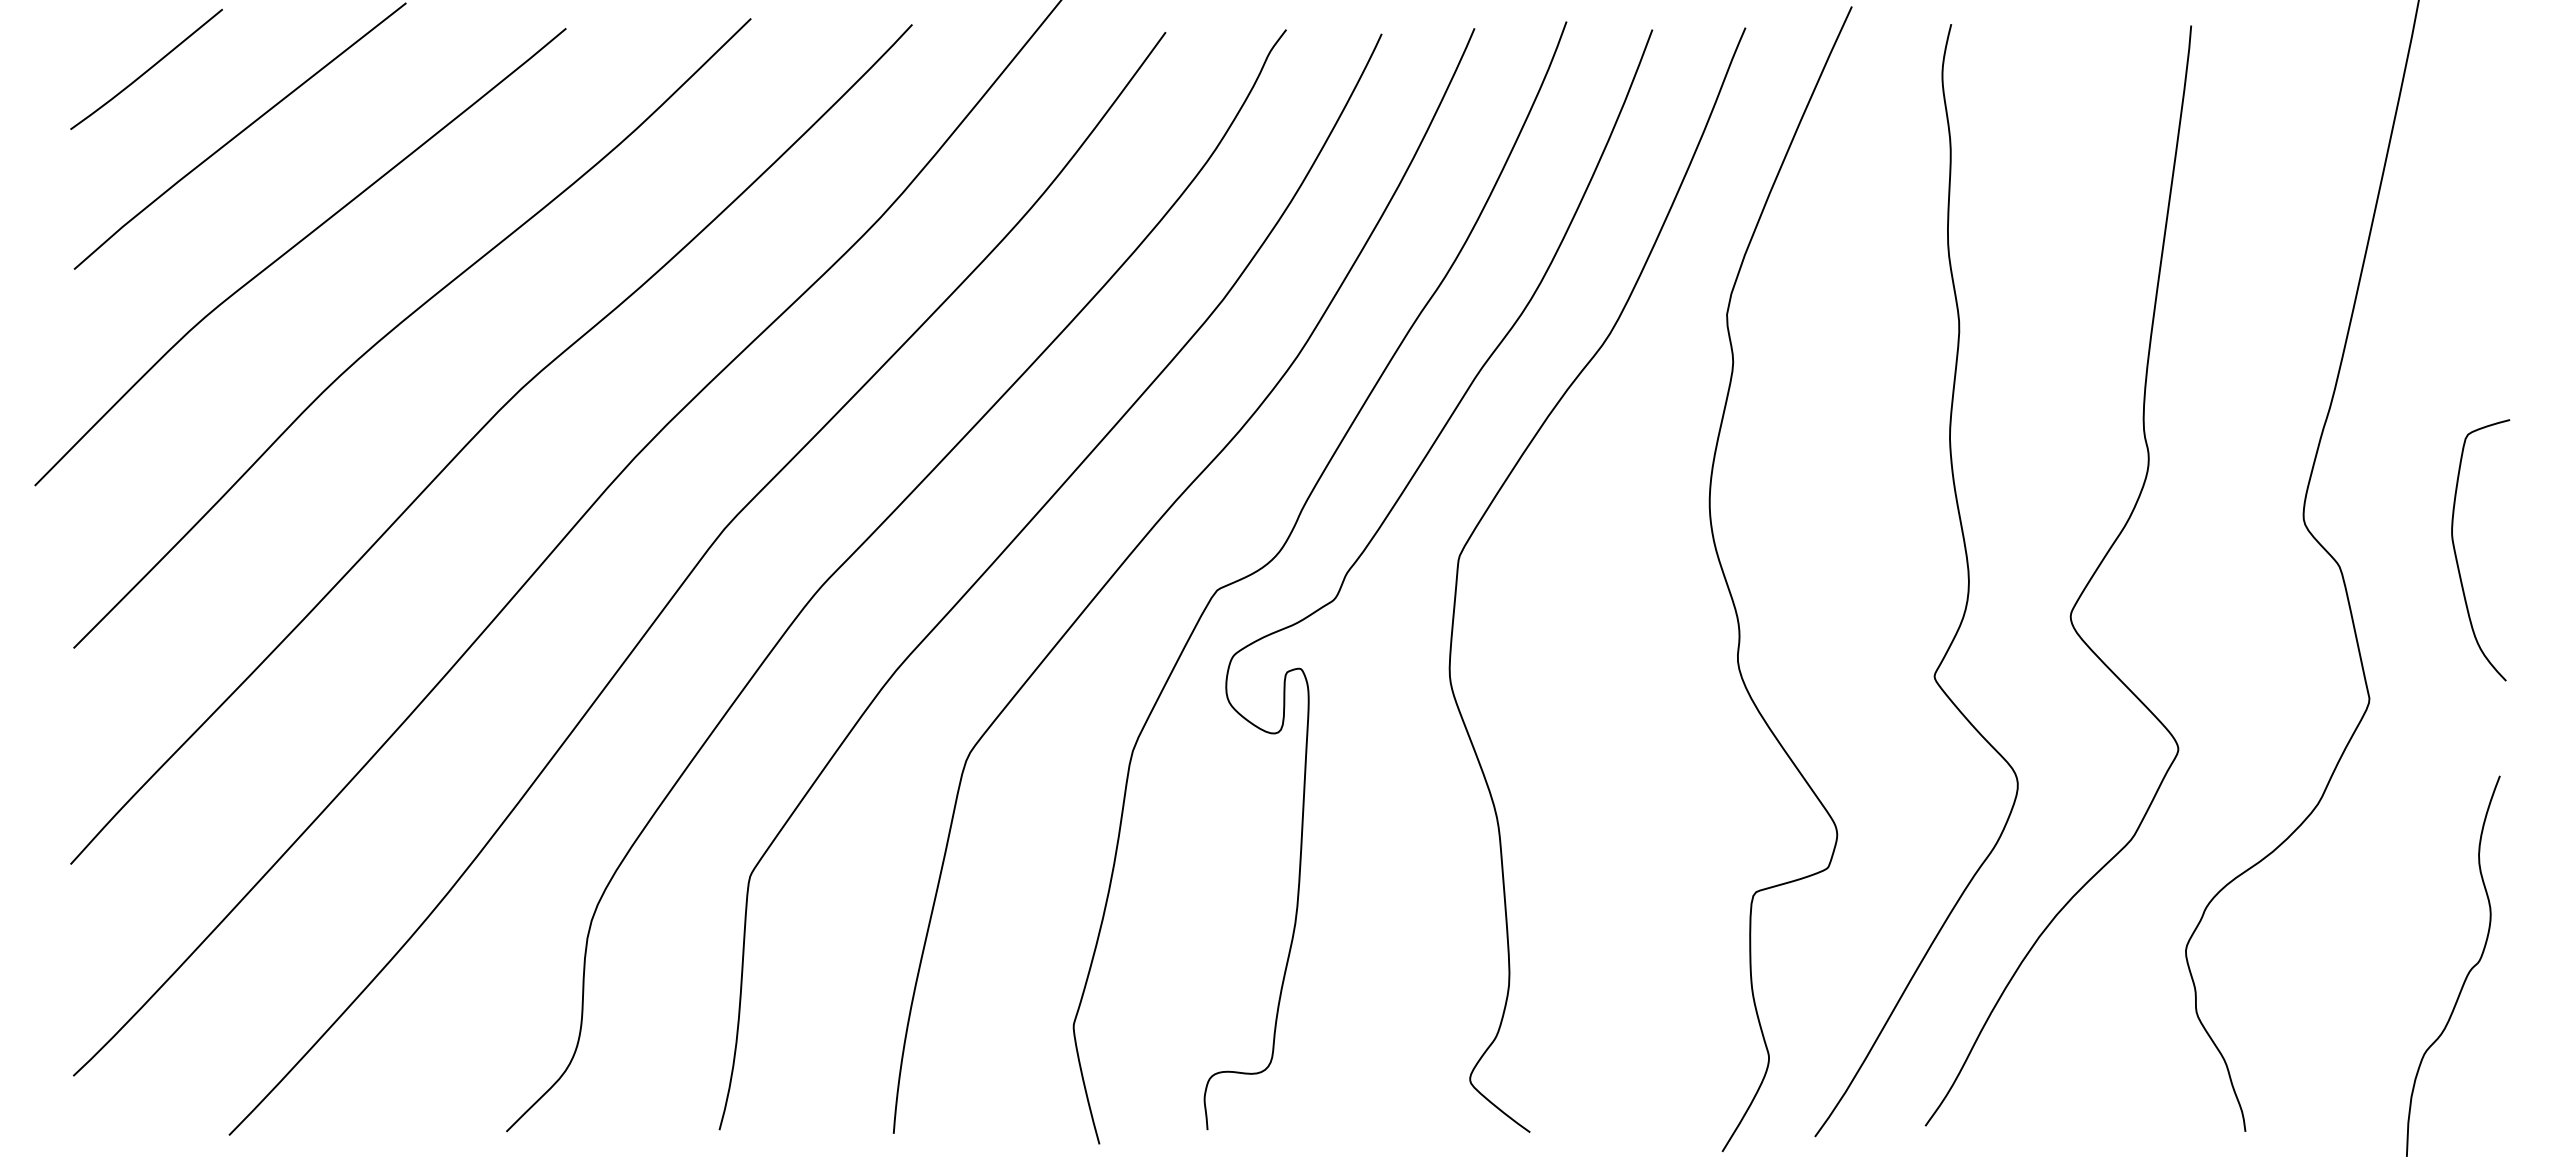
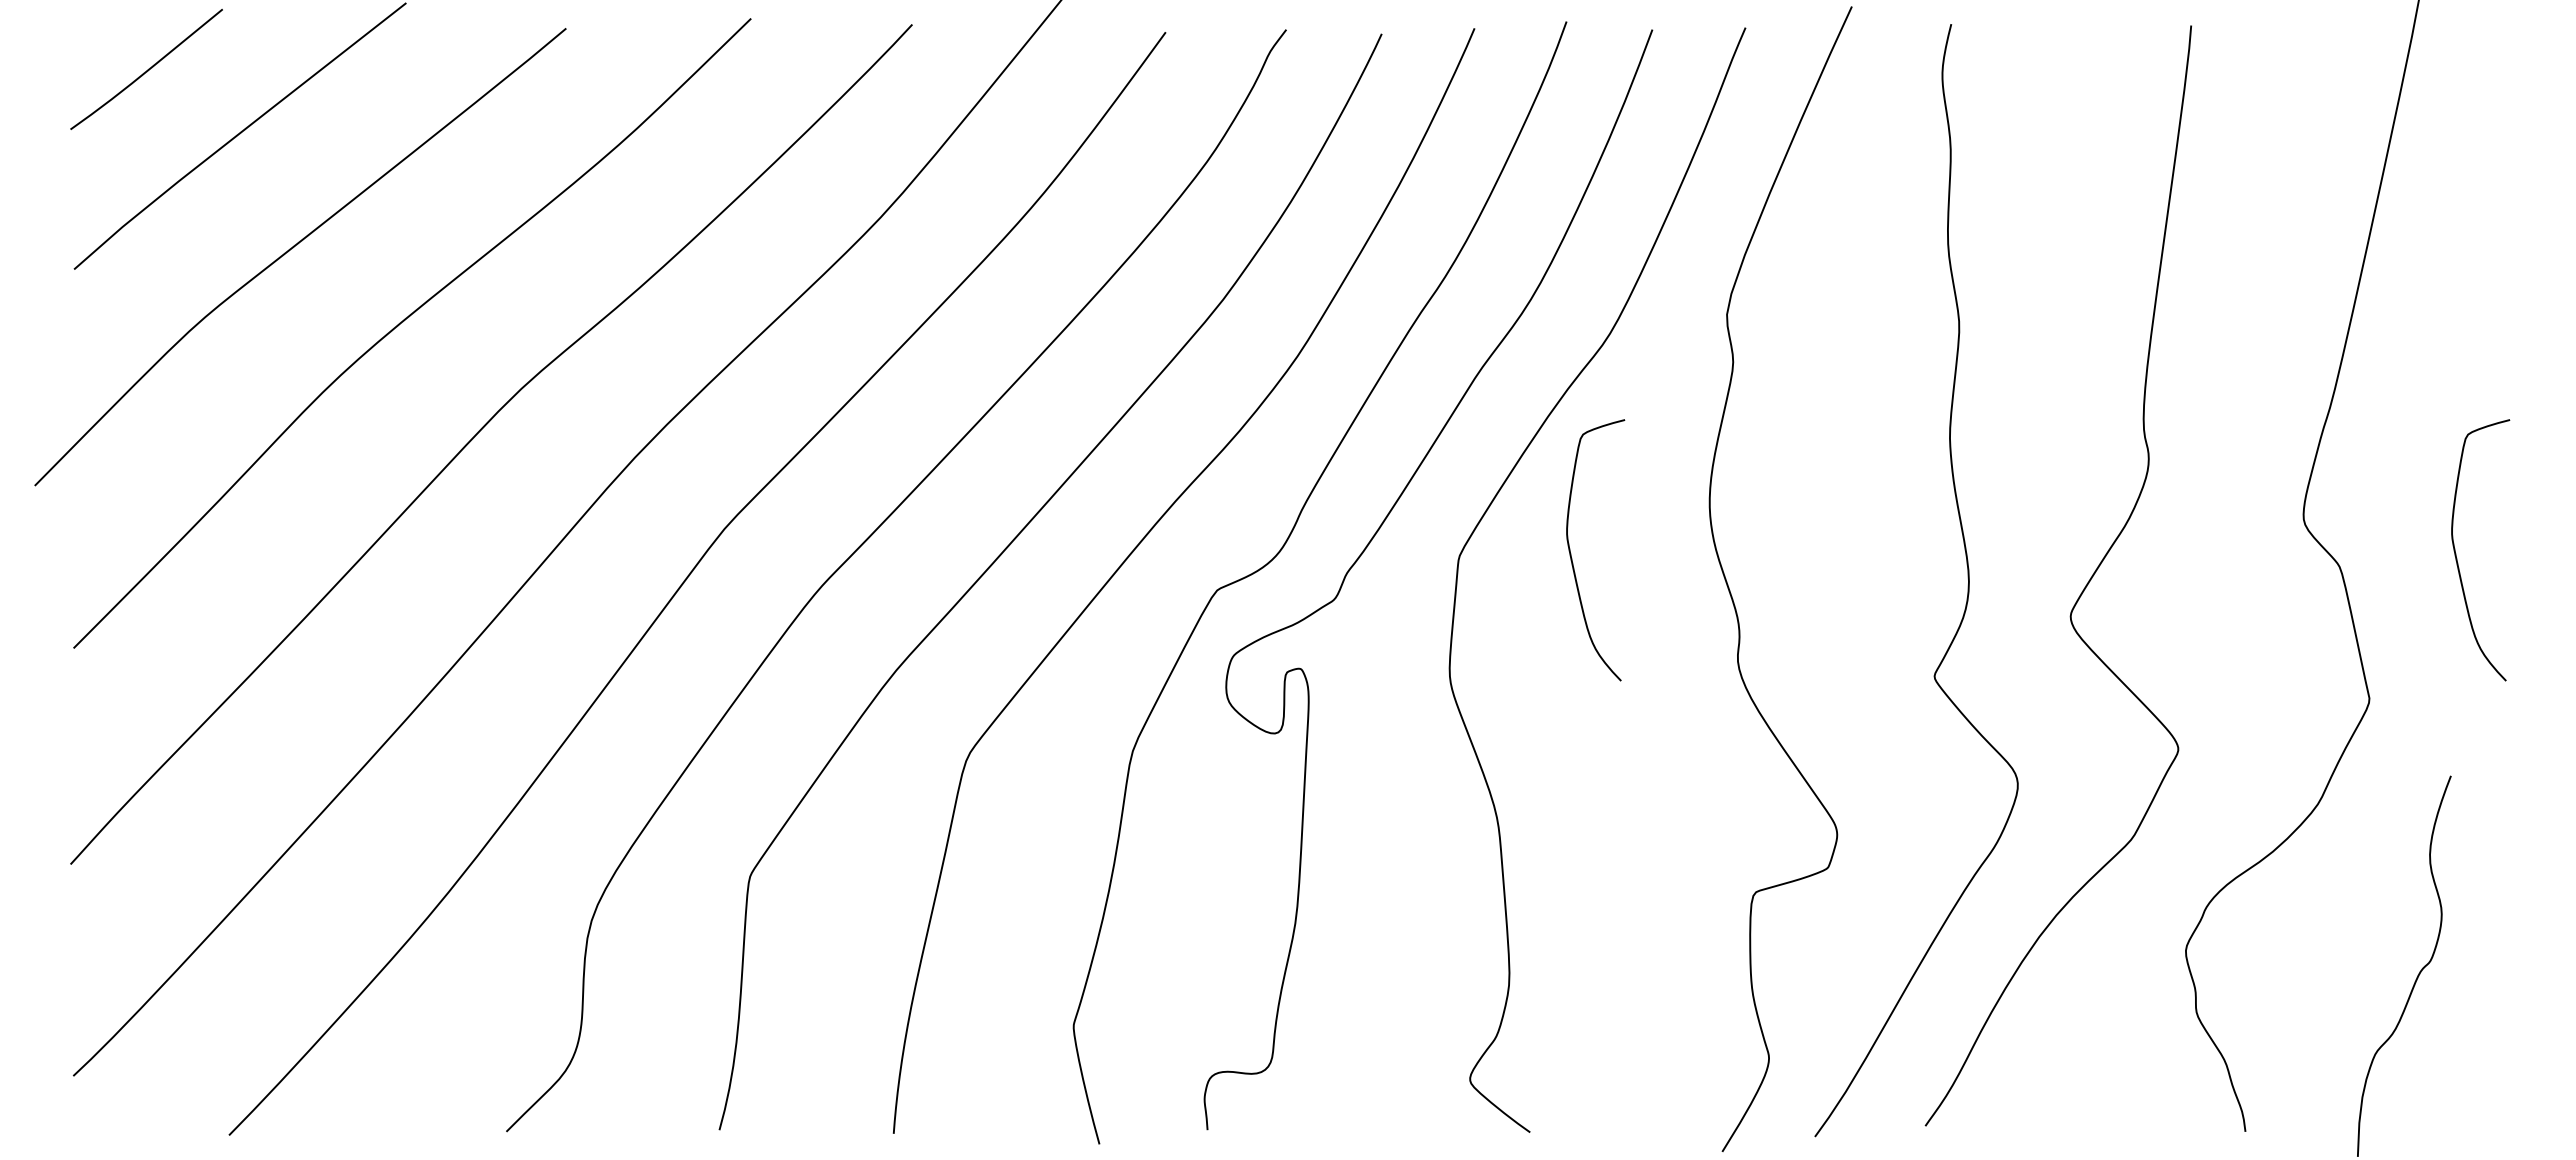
curve at (1571, 553): none -> present
curve at (2467, 973) position: (2467, 973) -> (2418, 973)
